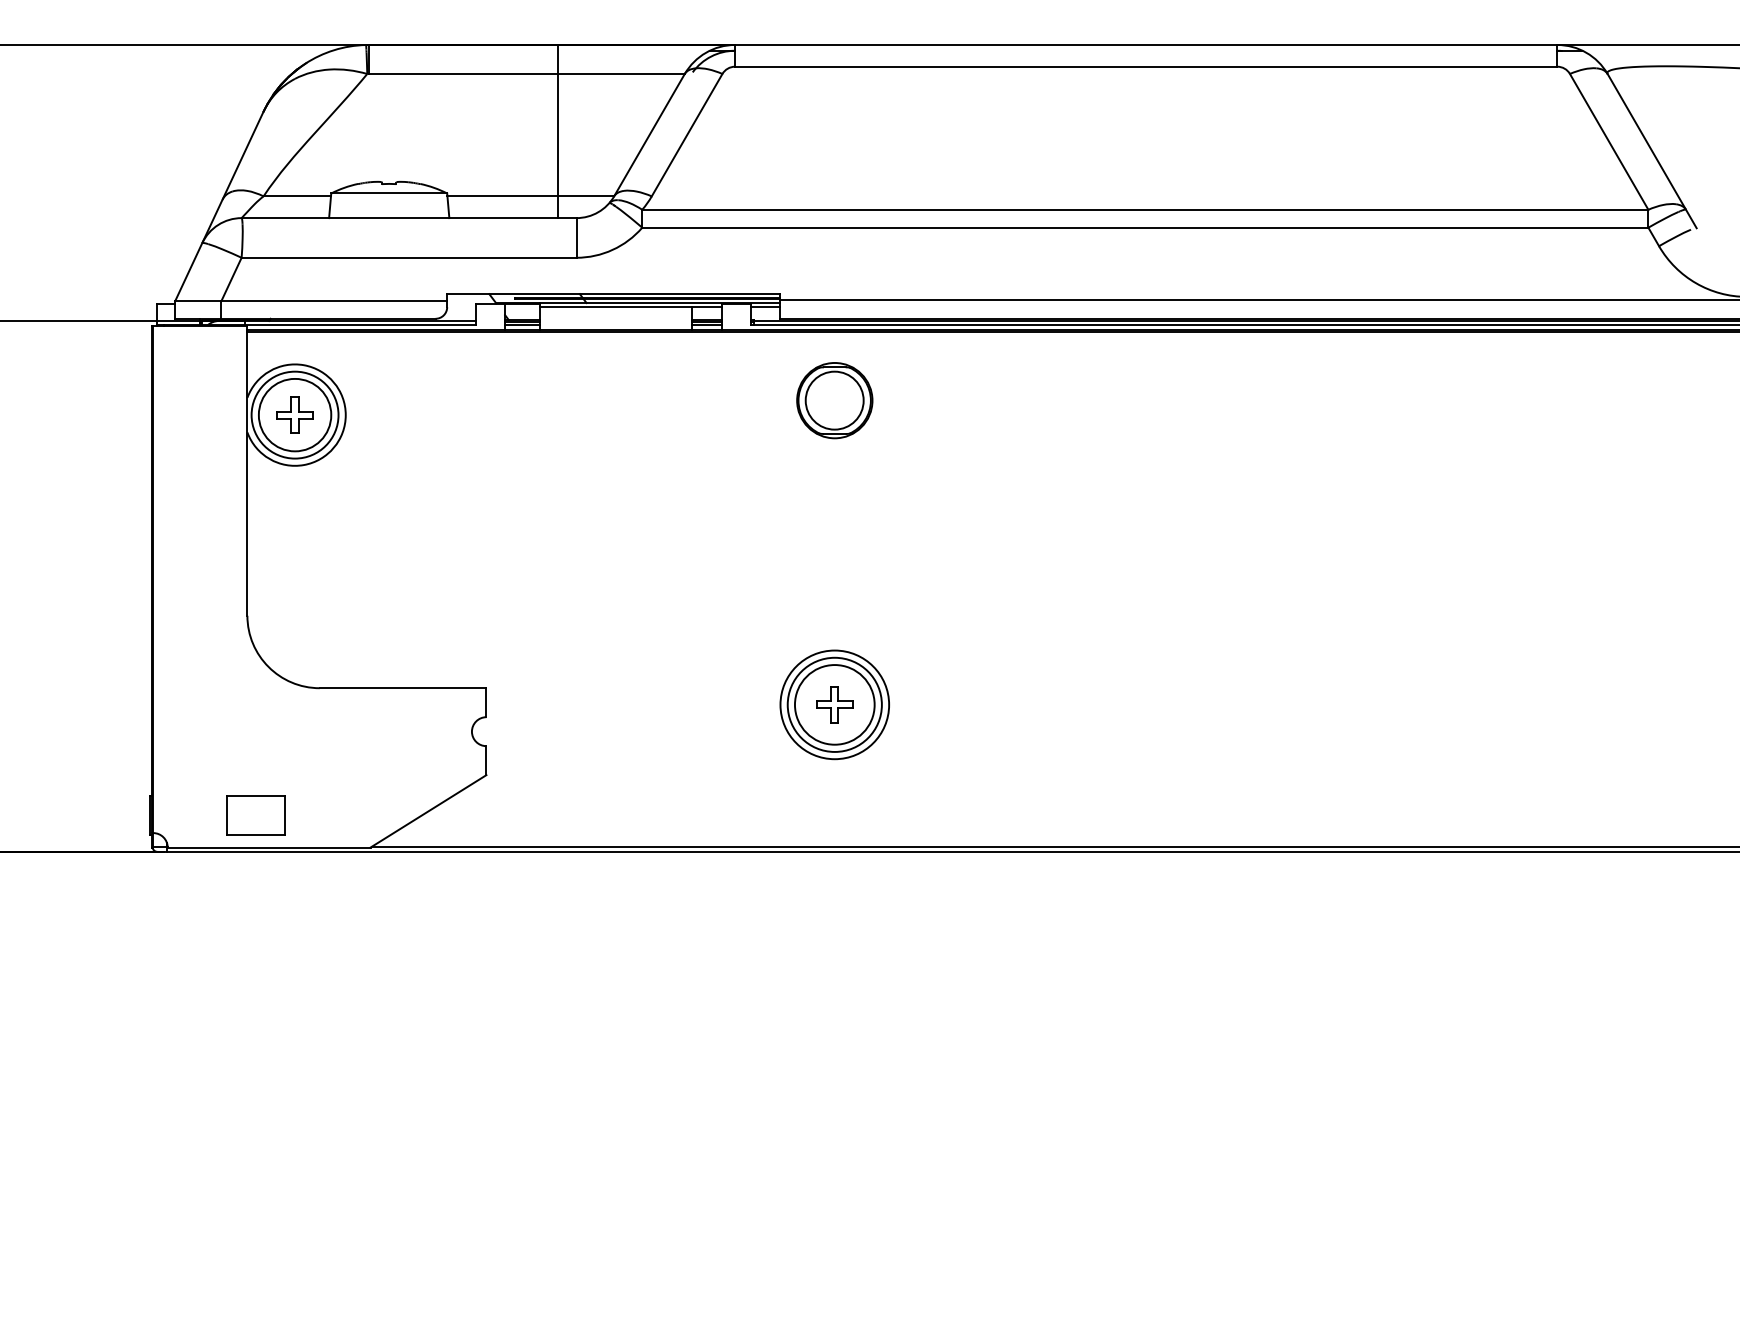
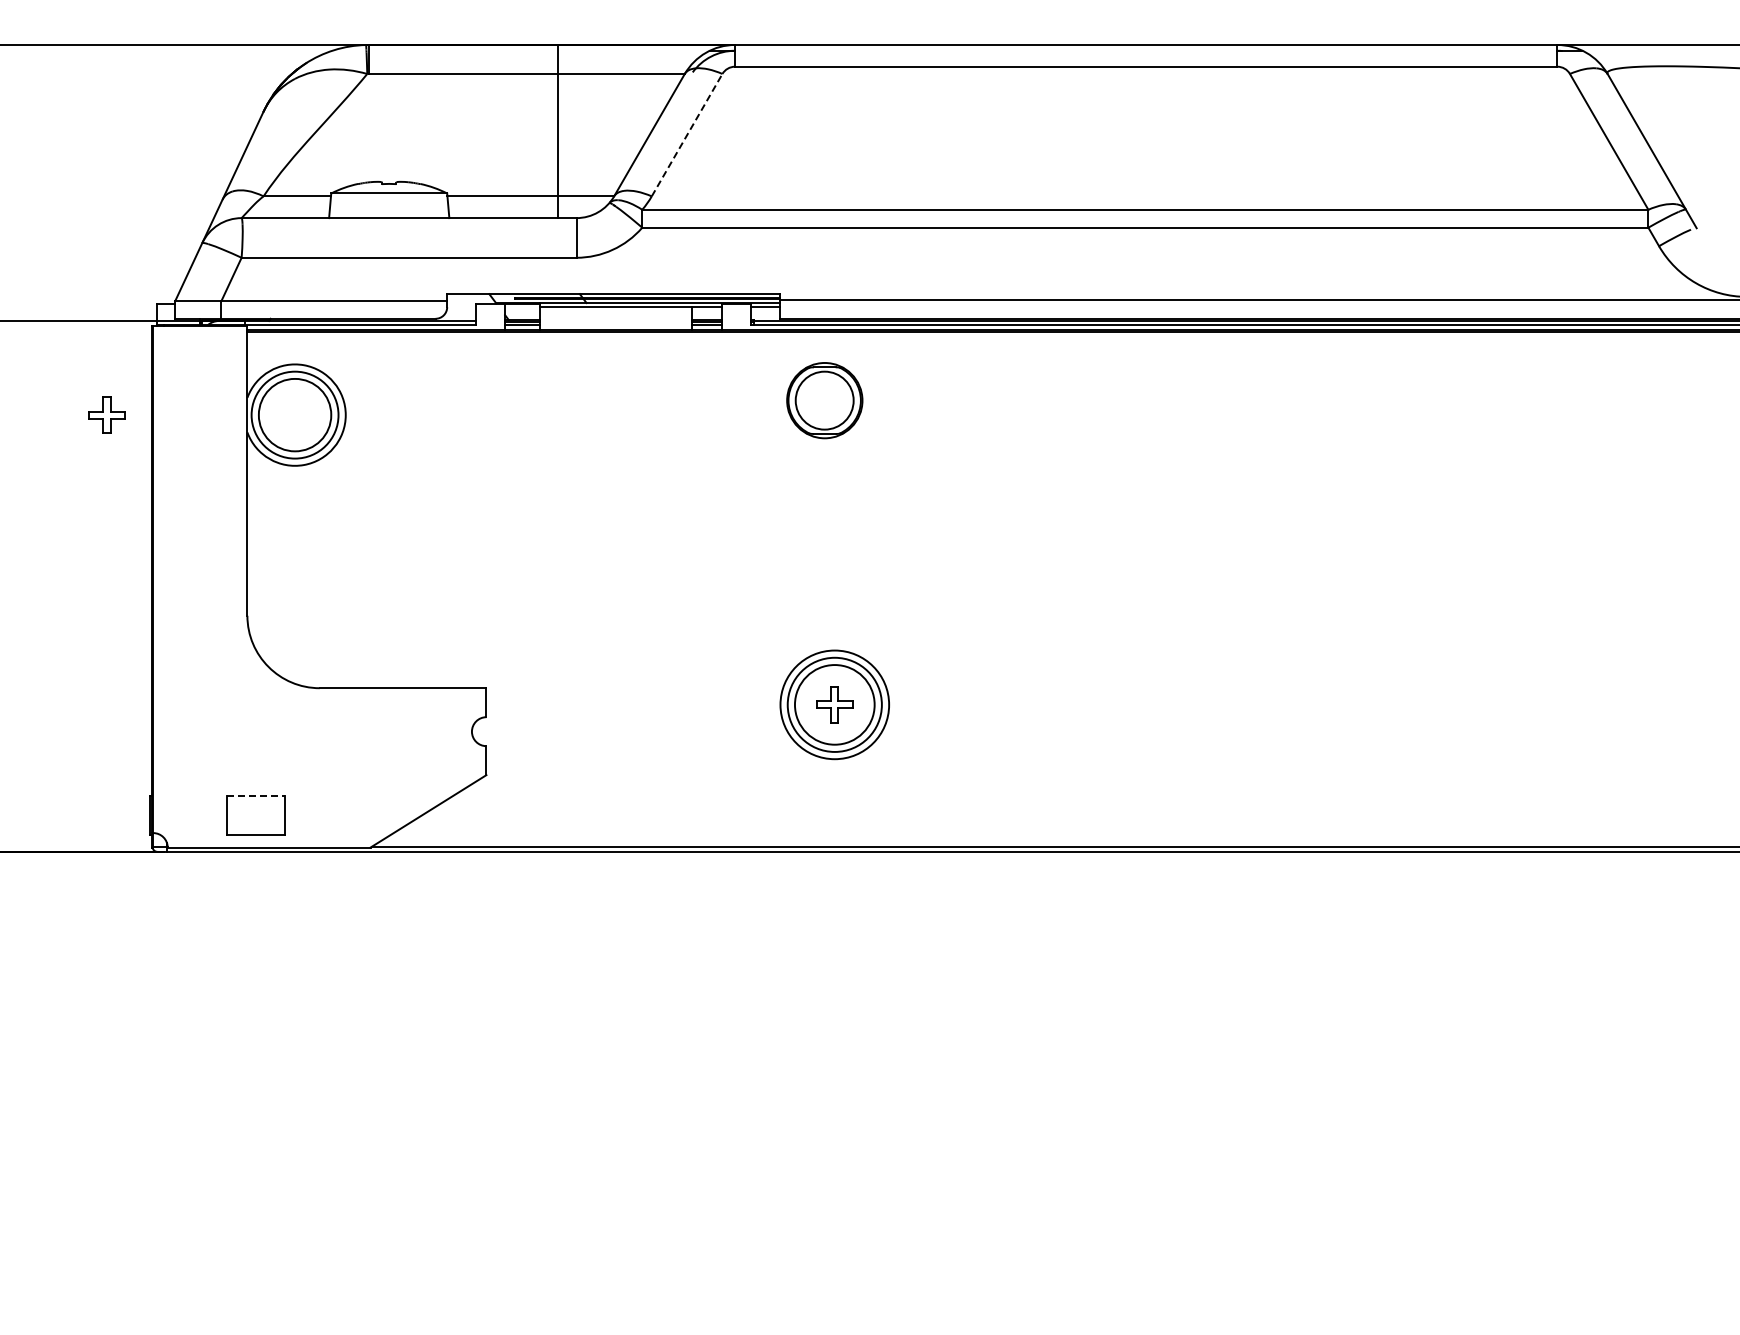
line at (687, 135): solid -> dashed
part at (834, 400) position: (834, 400) -> (824, 400)
part at (294, 414) position: (294, 414) -> (106, 414)
line at (255, 796): solid -> dashed
